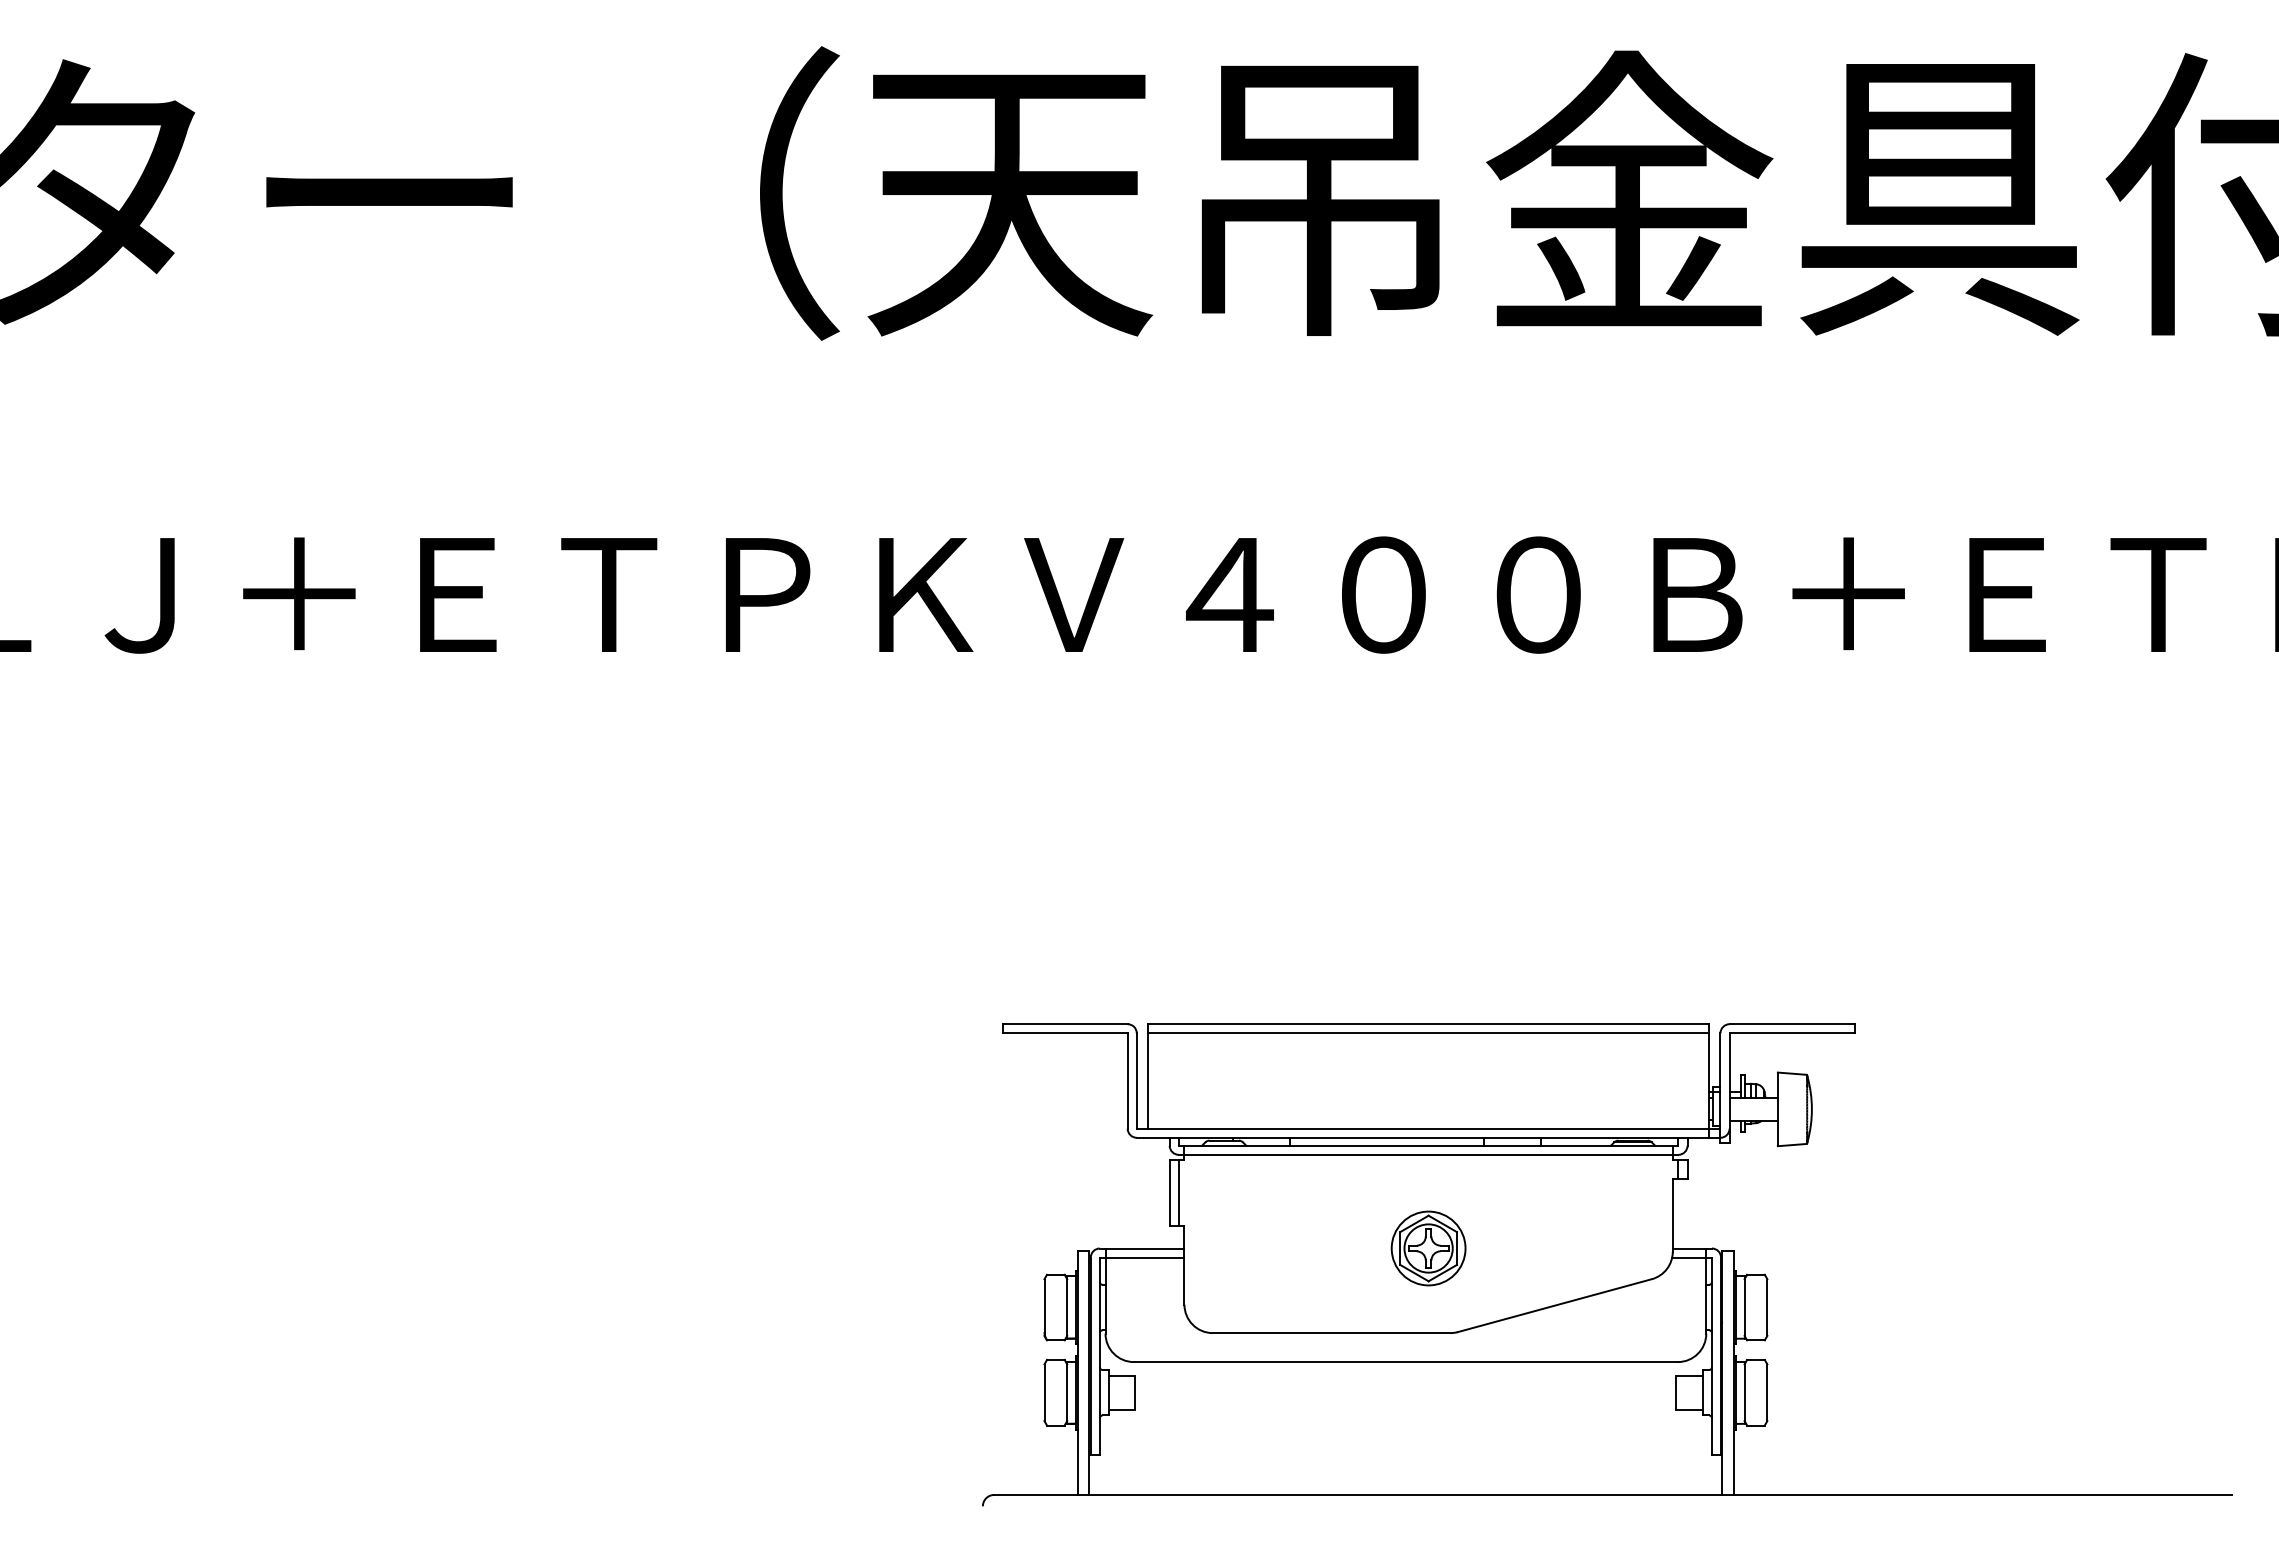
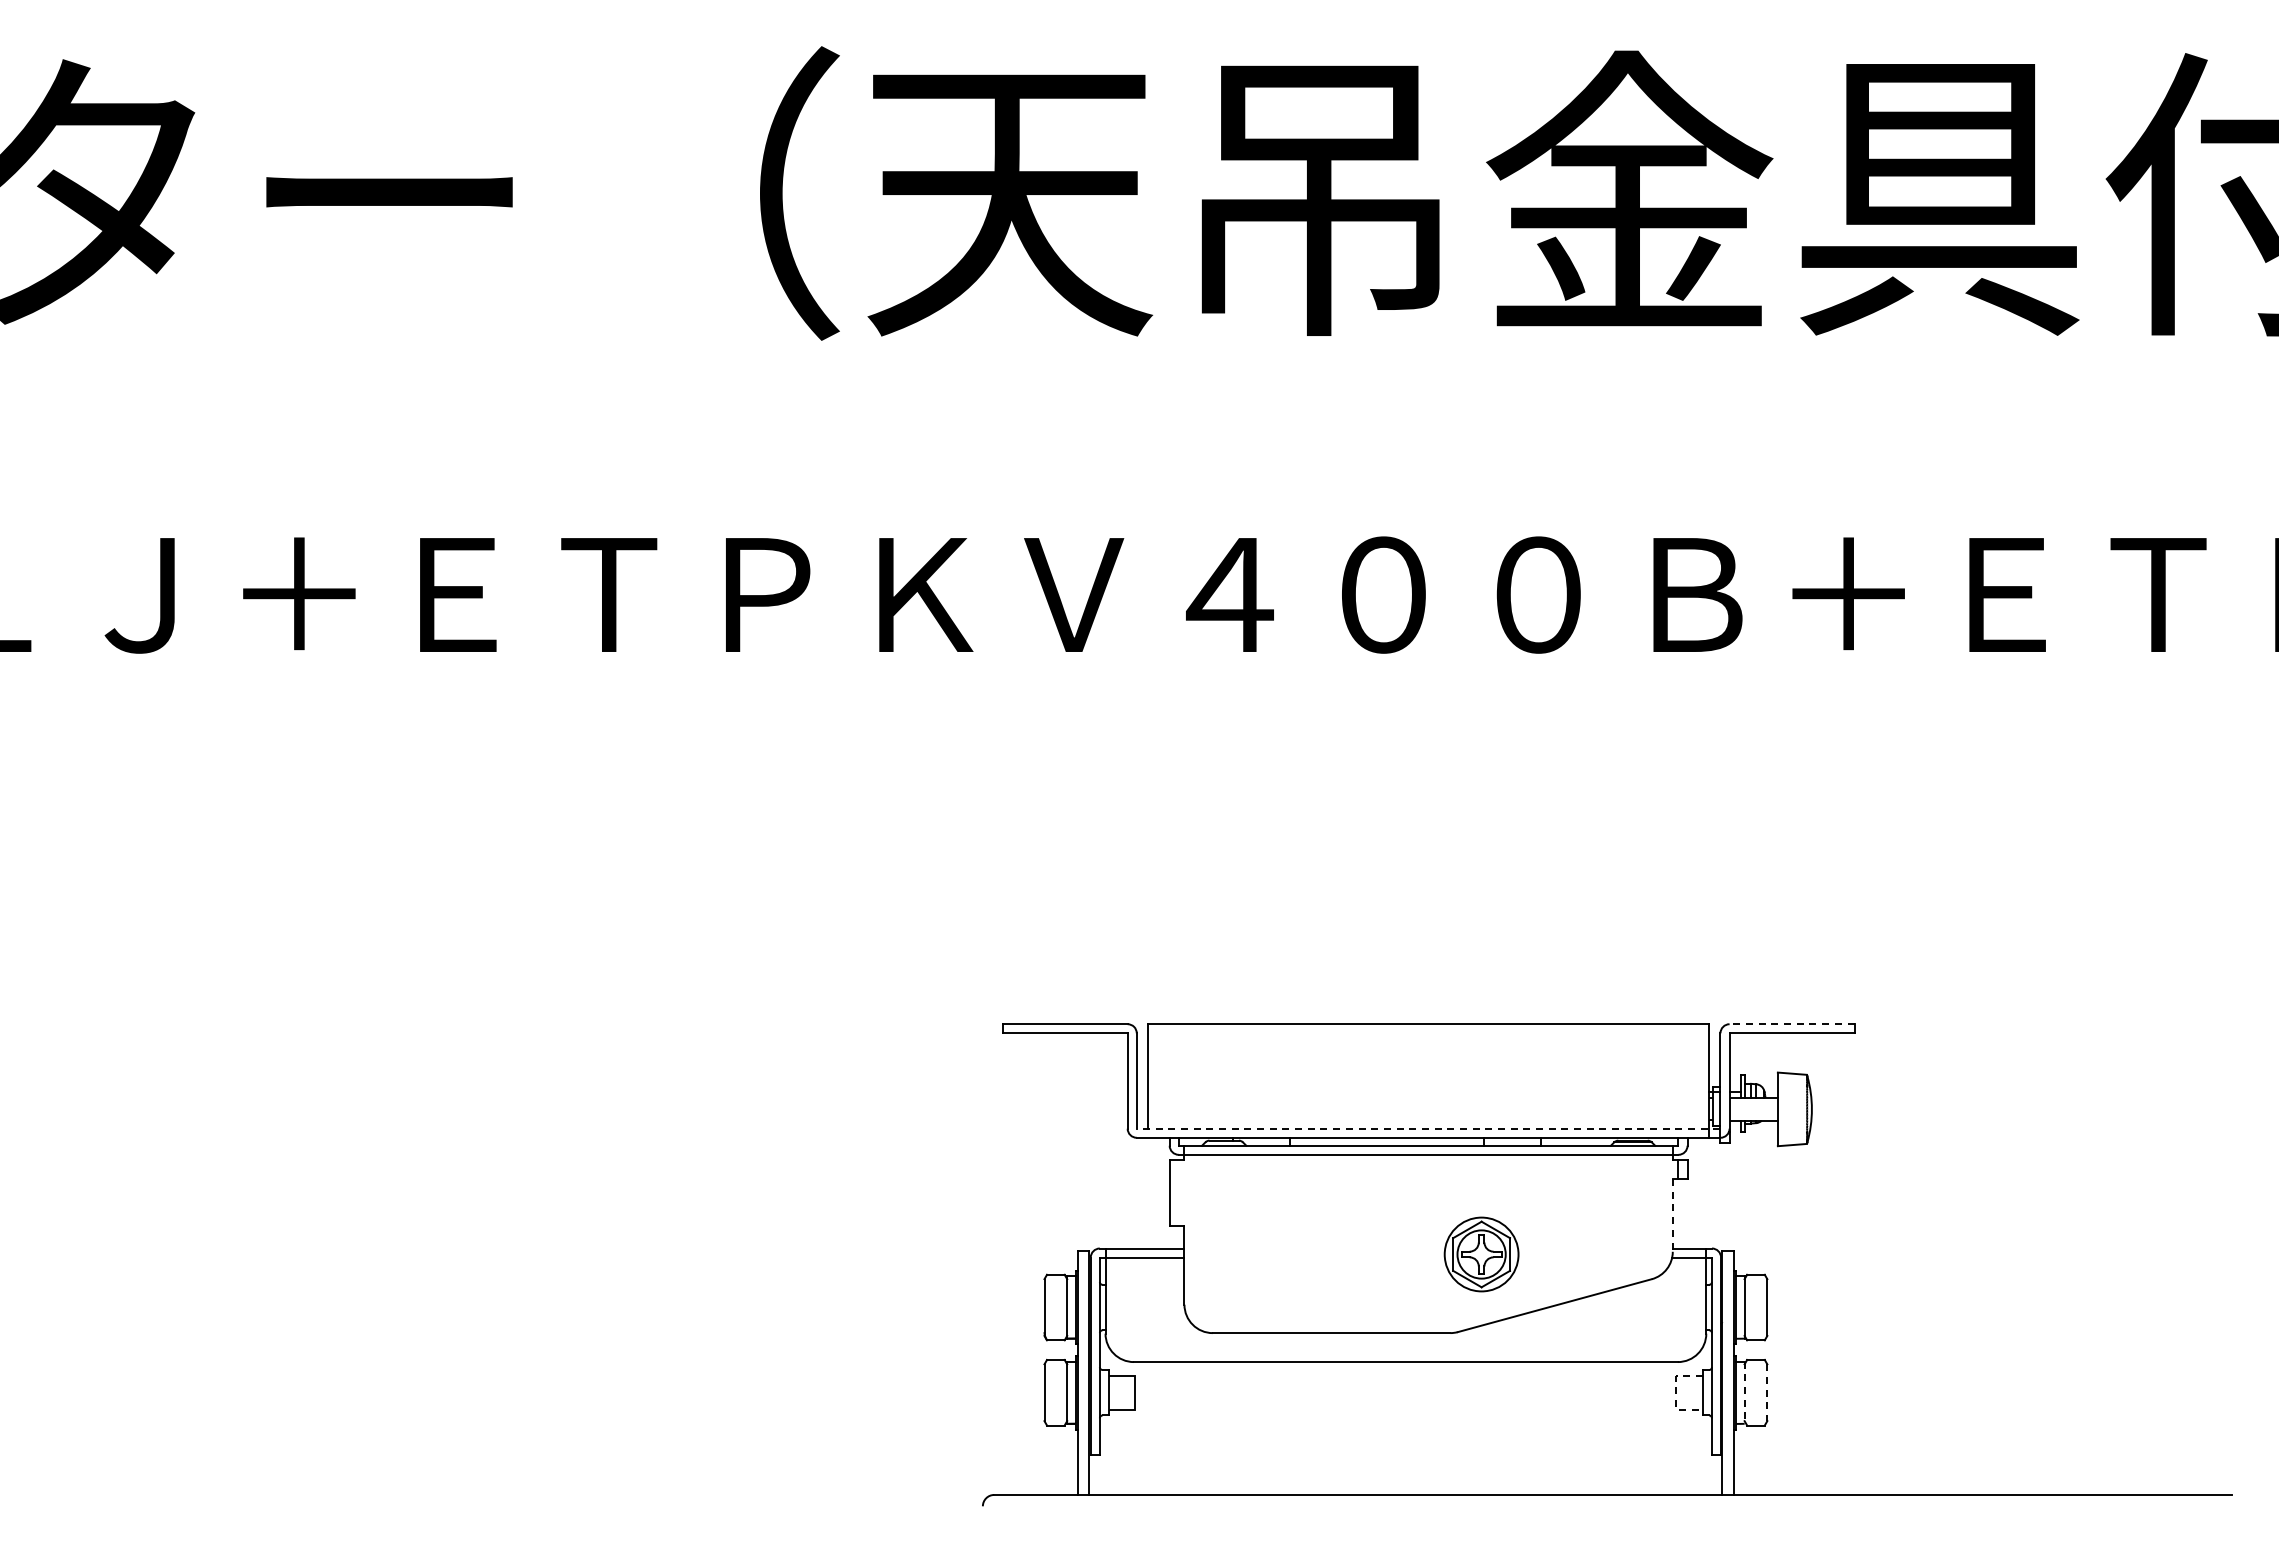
line at (1791, 1024): solid -> dashed
line at (1428, 1033): present -> none
line at (1428, 1128): solid -> dashed
line at (1178, 1192): present -> none
line at (1672, 1215): solid -> dashed
part at (1428, 1248) position: (1428, 1248) -> (1481, 1254)
line at (1676, 1392): solid -> dashed
line at (1744, 1393): solid -> dashed
line at (1767, 1393): solid -> dashed
